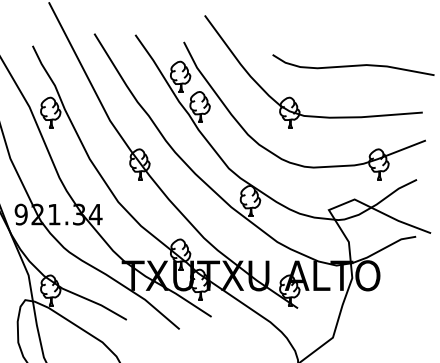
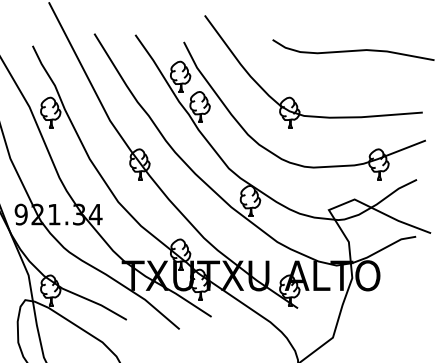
curve at (353, 65) position: (353, 65) -> (353, 50)
